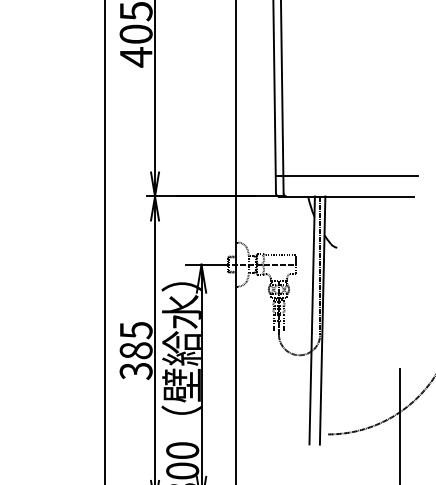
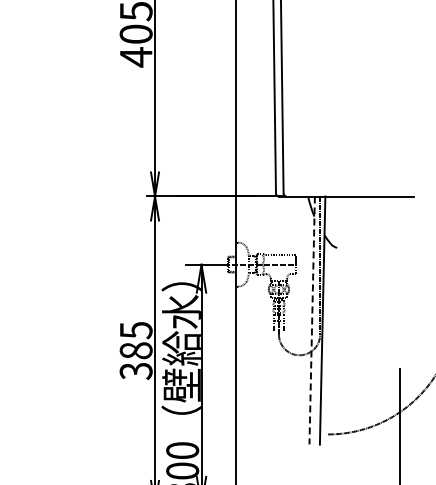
line at (346, 176): present -> none
line at (104, 241): present -> none
line at (312, 320): solid -> dashed
